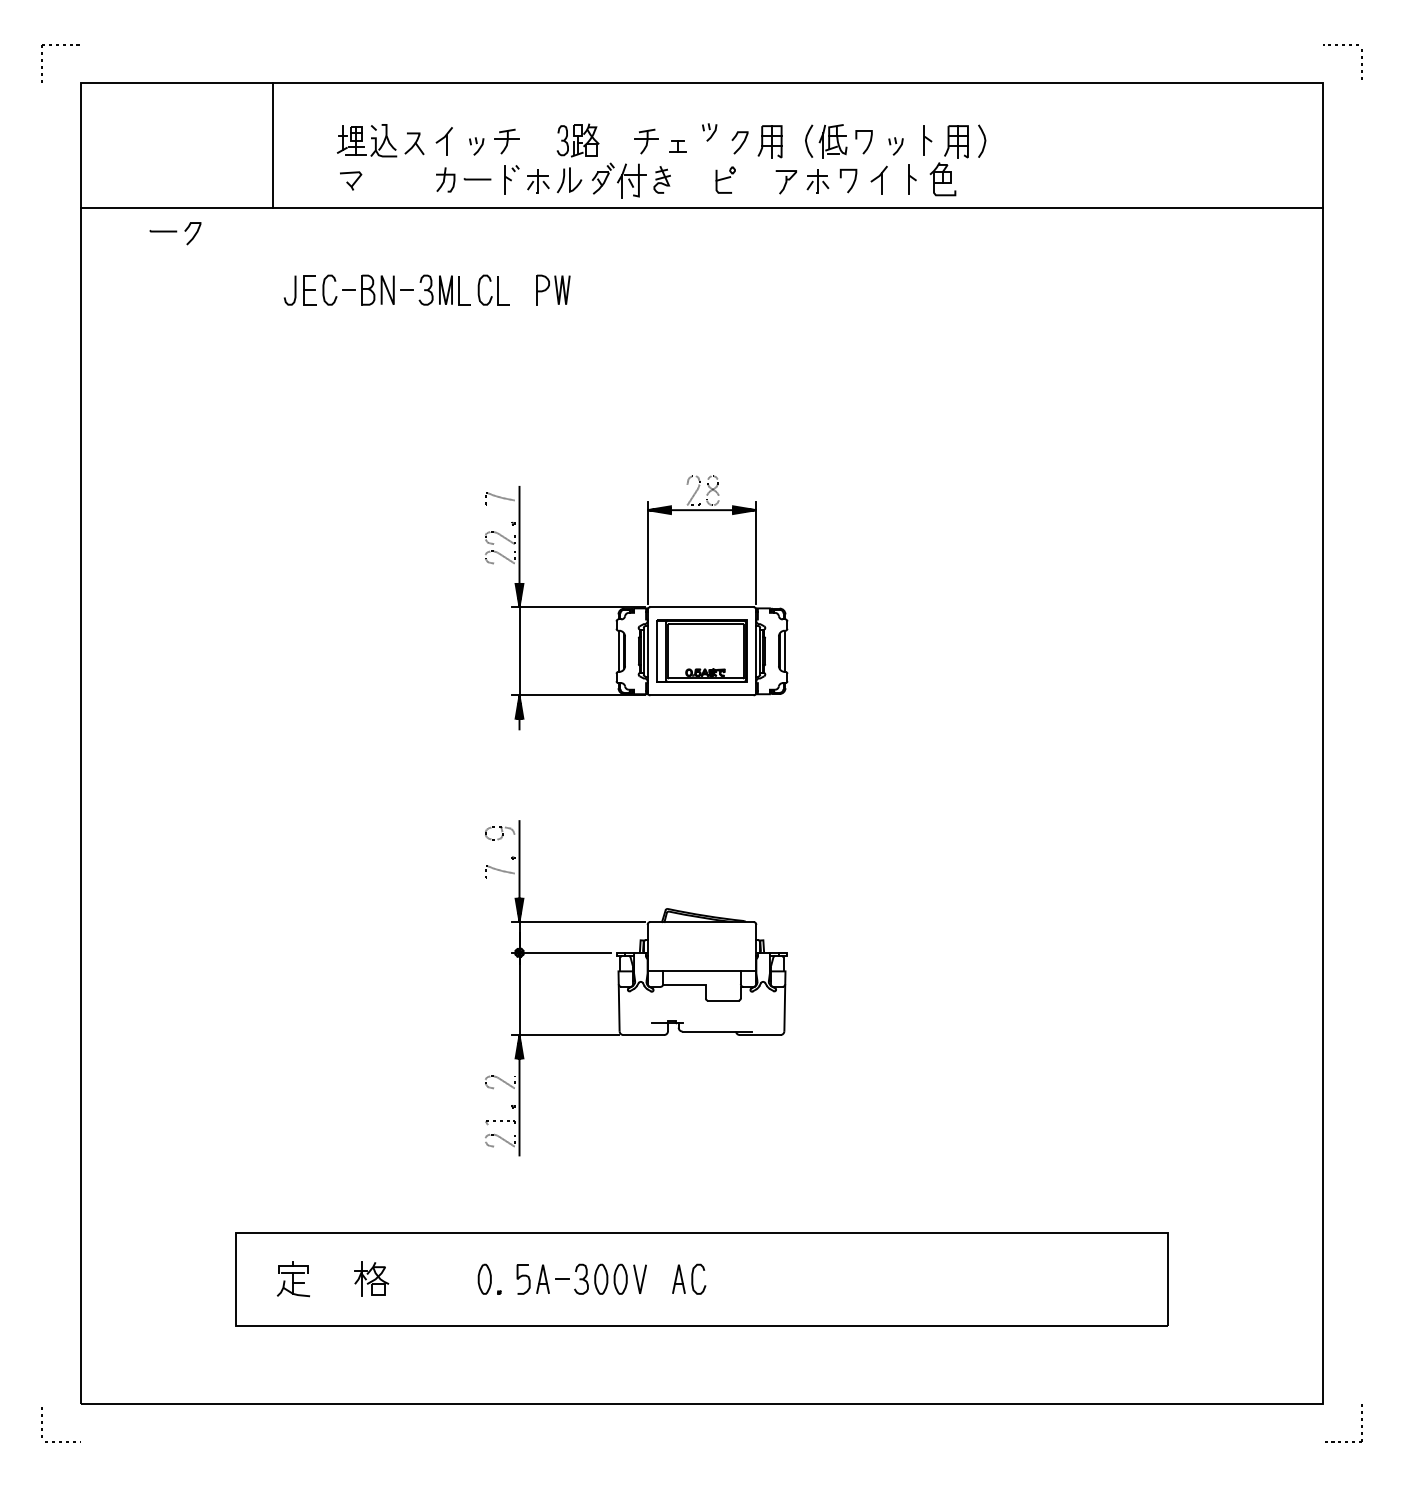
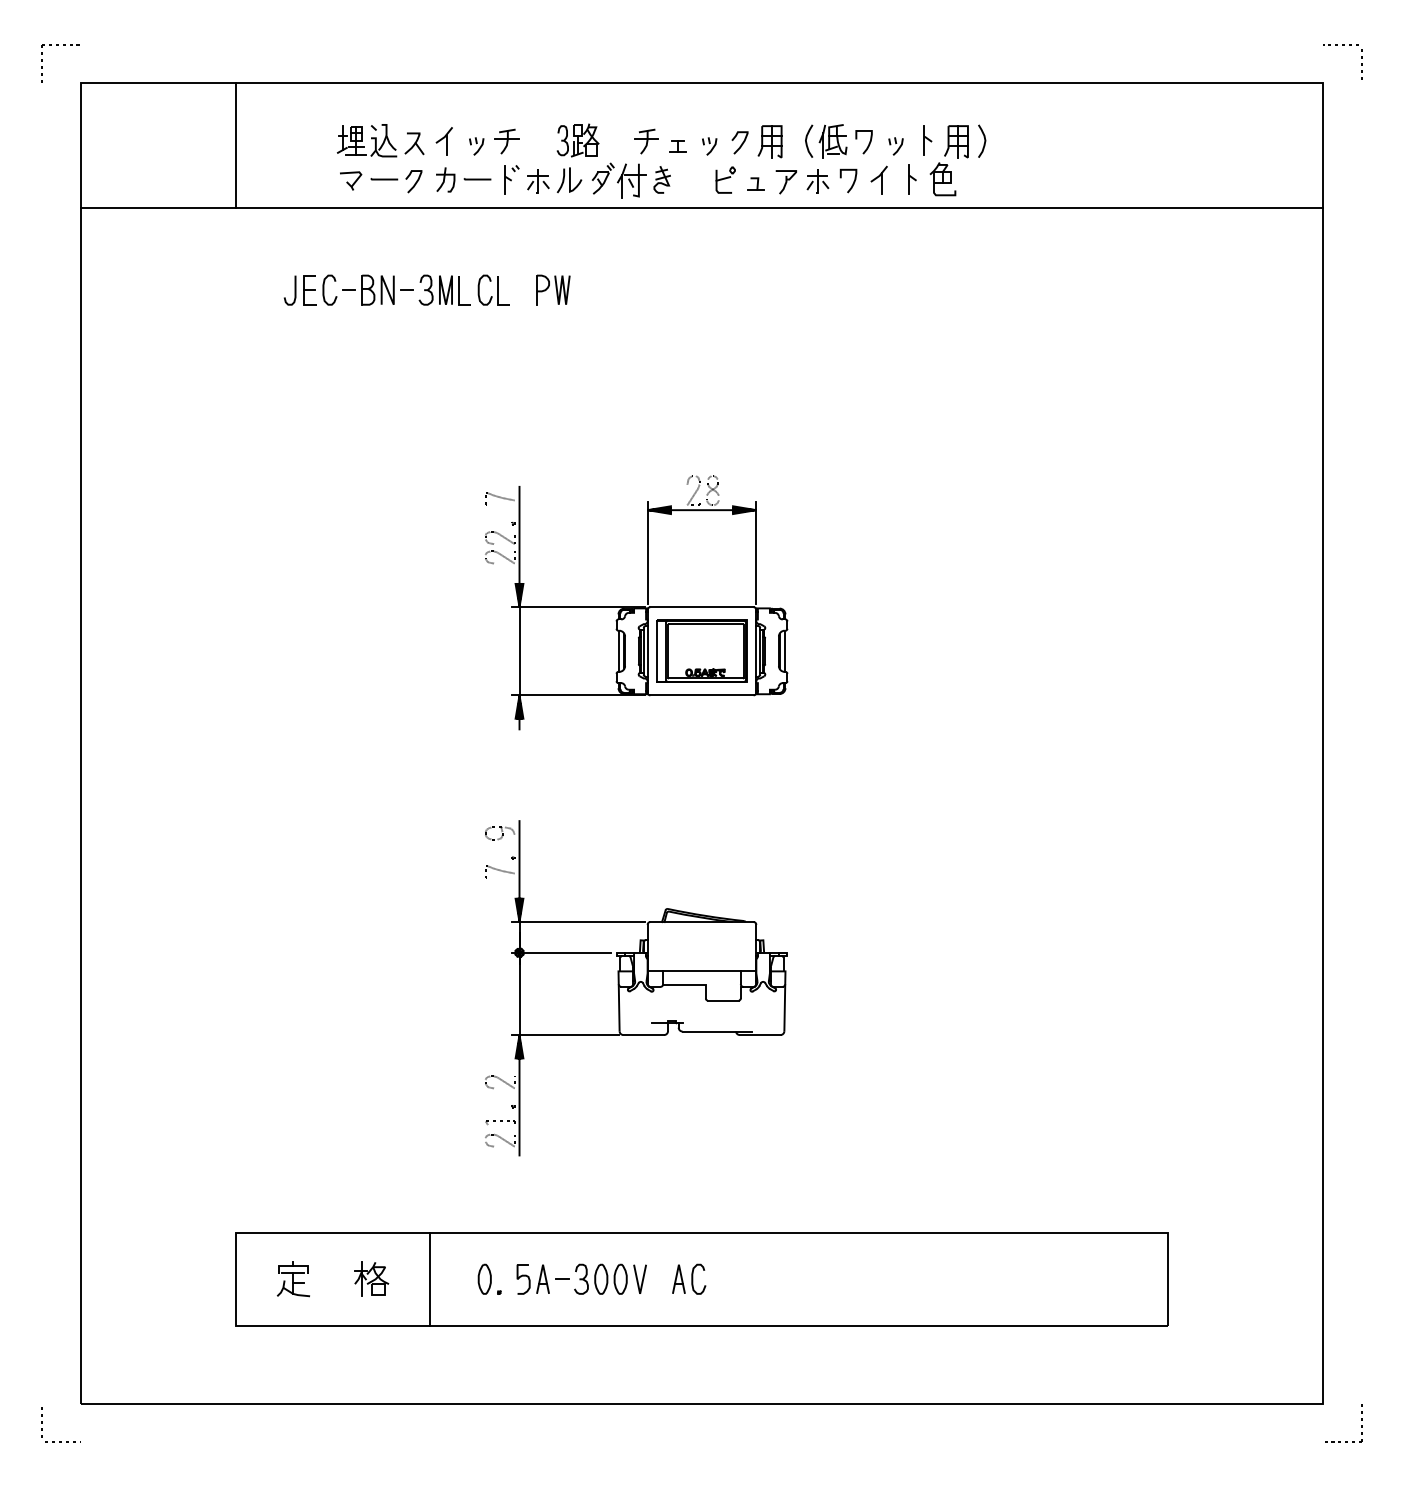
part at (709, 132) position: (709, 132) -> (709, 146)
line at (273, 145) position: (273, 145) -> (236, 145)
part at (755, 183): none -> present
part at (175, 233) position: (175, 233) -> (396, 181)
line at (430, 1278): none -> present
